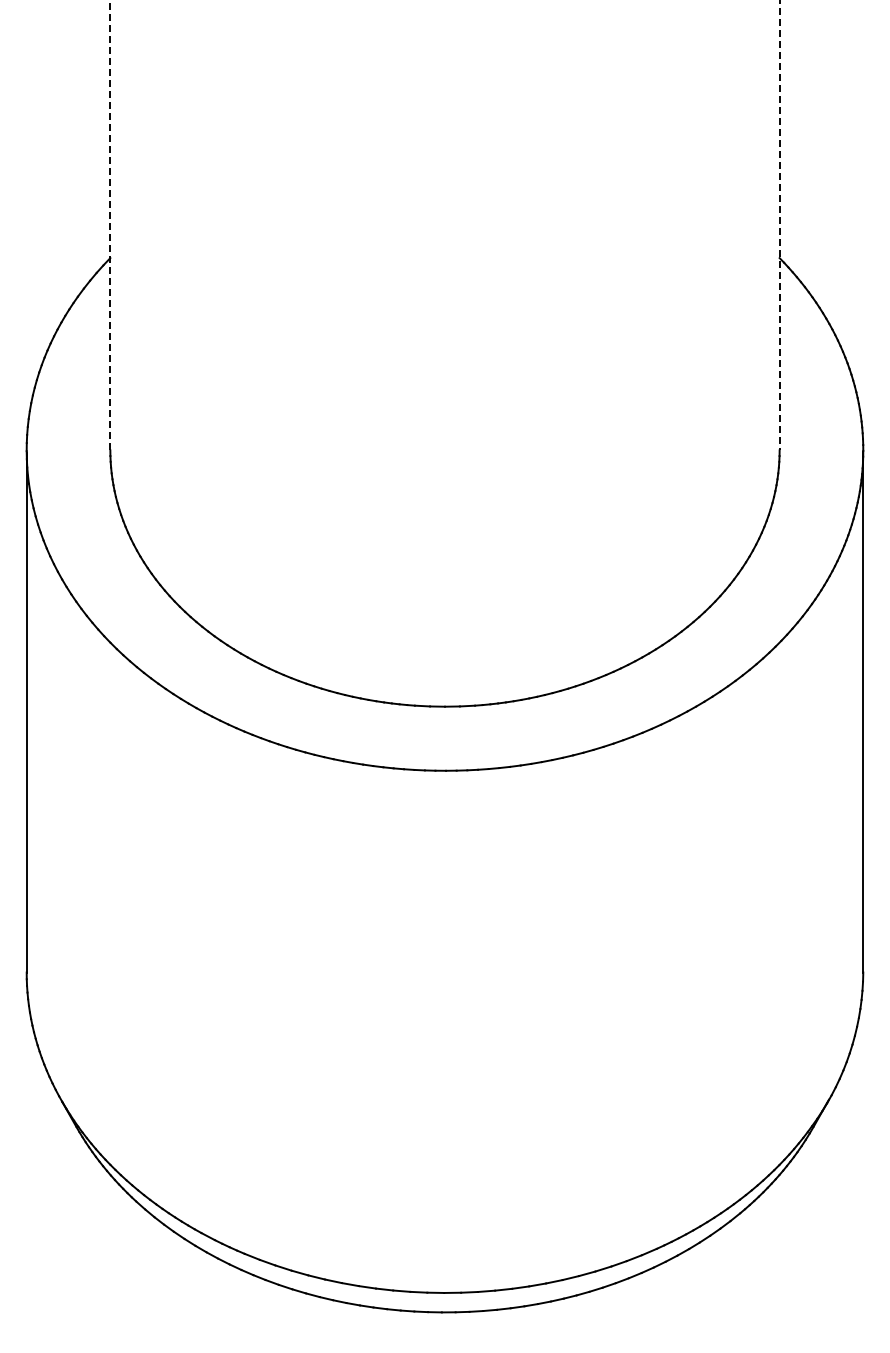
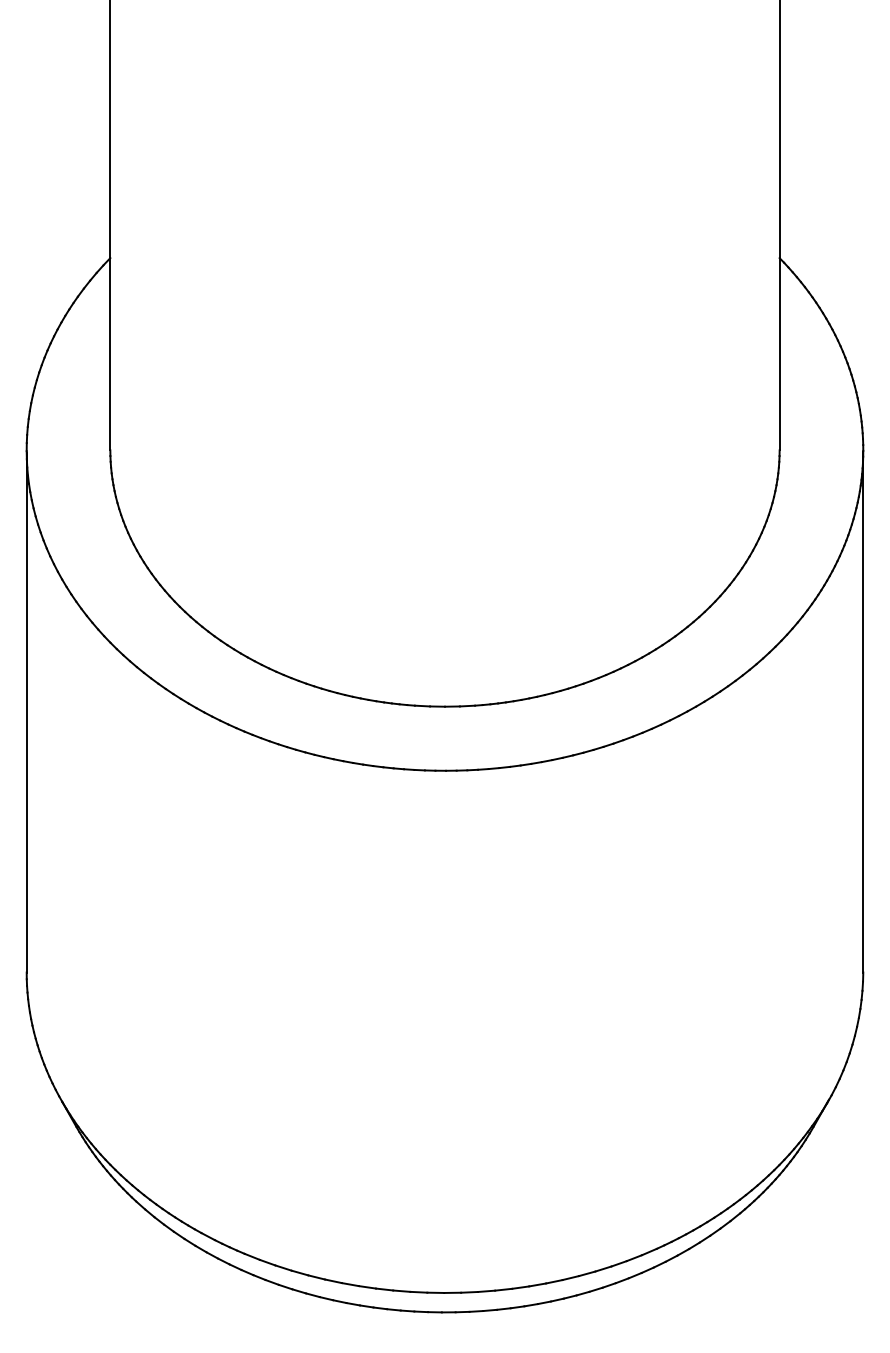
line at (110, 225): dashed -> solid
line at (779, 225): dashed -> solid
